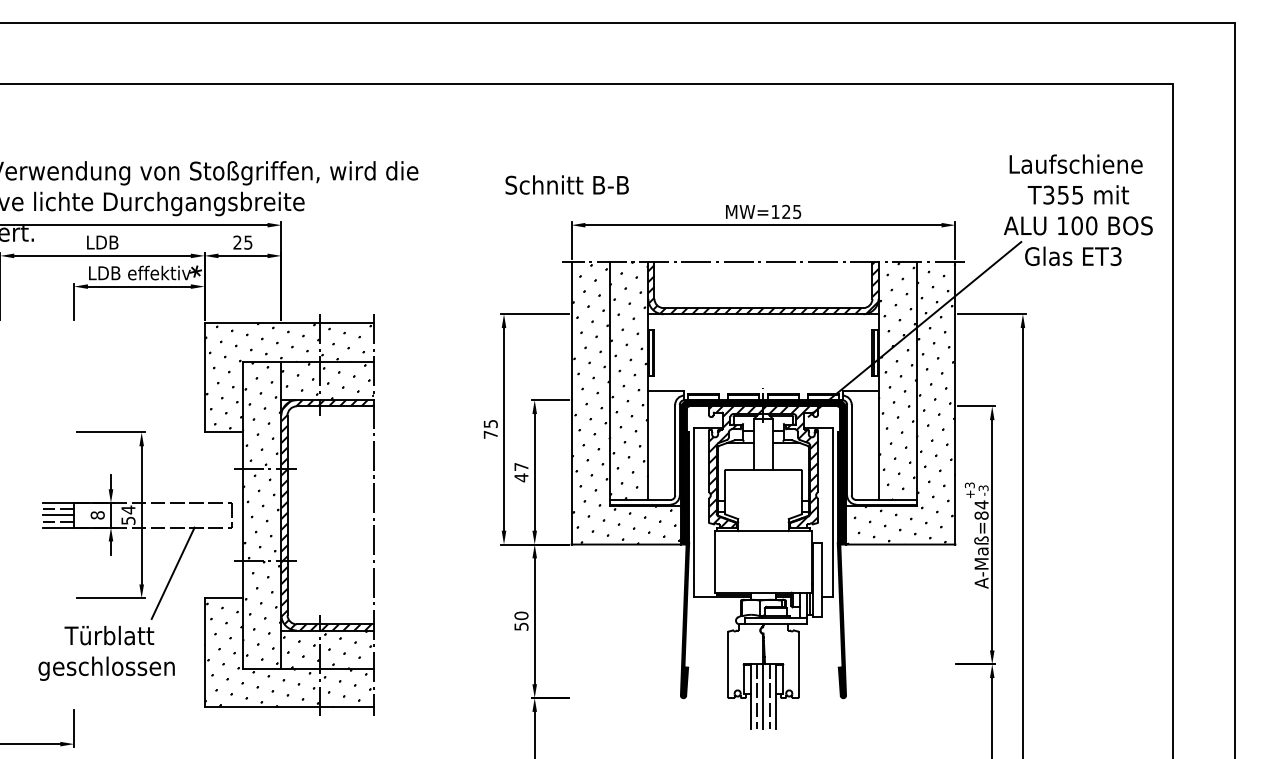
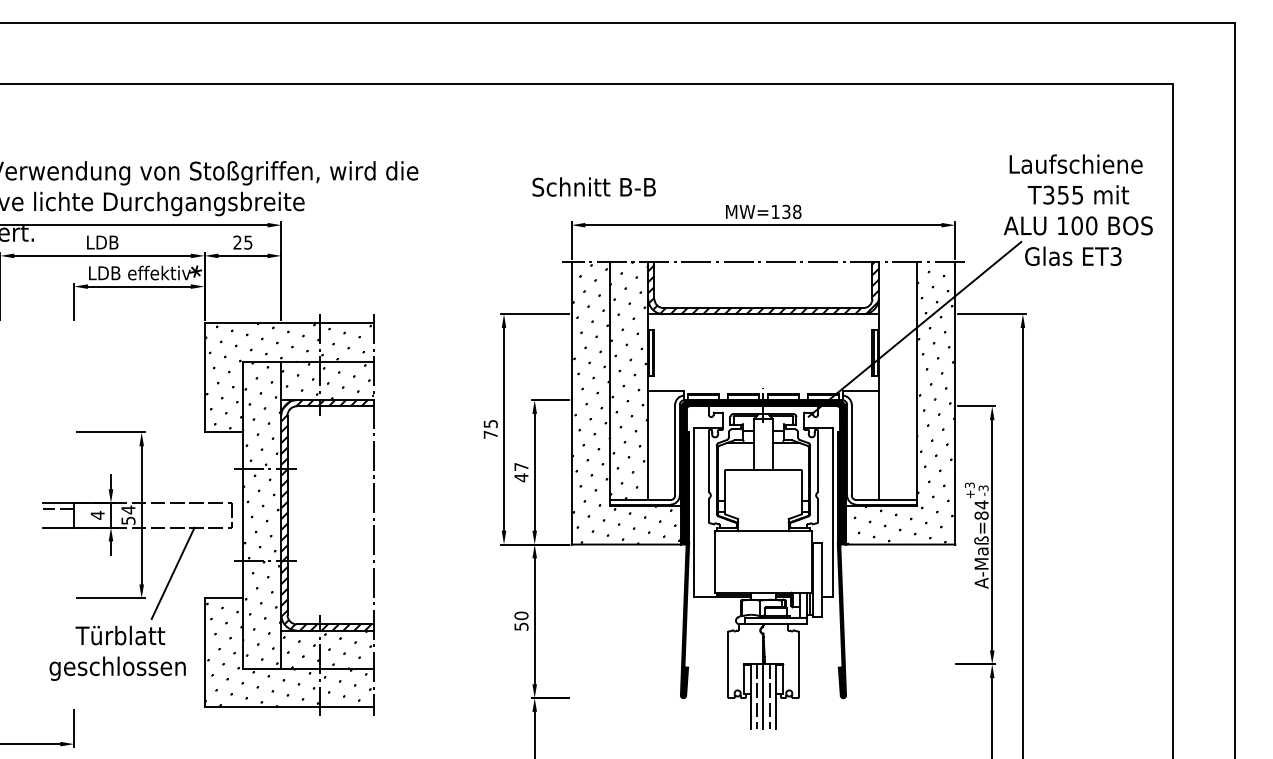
text at (566, 184) position: (566, 184) -> (593, 186)
text at (791, 211): MW=125 -> MW=138
hatch at (897, 381): present -> none
hatch at (762, 466): present -> none
text at (97, 514): 8 -> 4
line at (58, 515): present -> none
line at (58, 521): present -> none
text at (106, 652) position: (106, 652) -> (117, 652)
